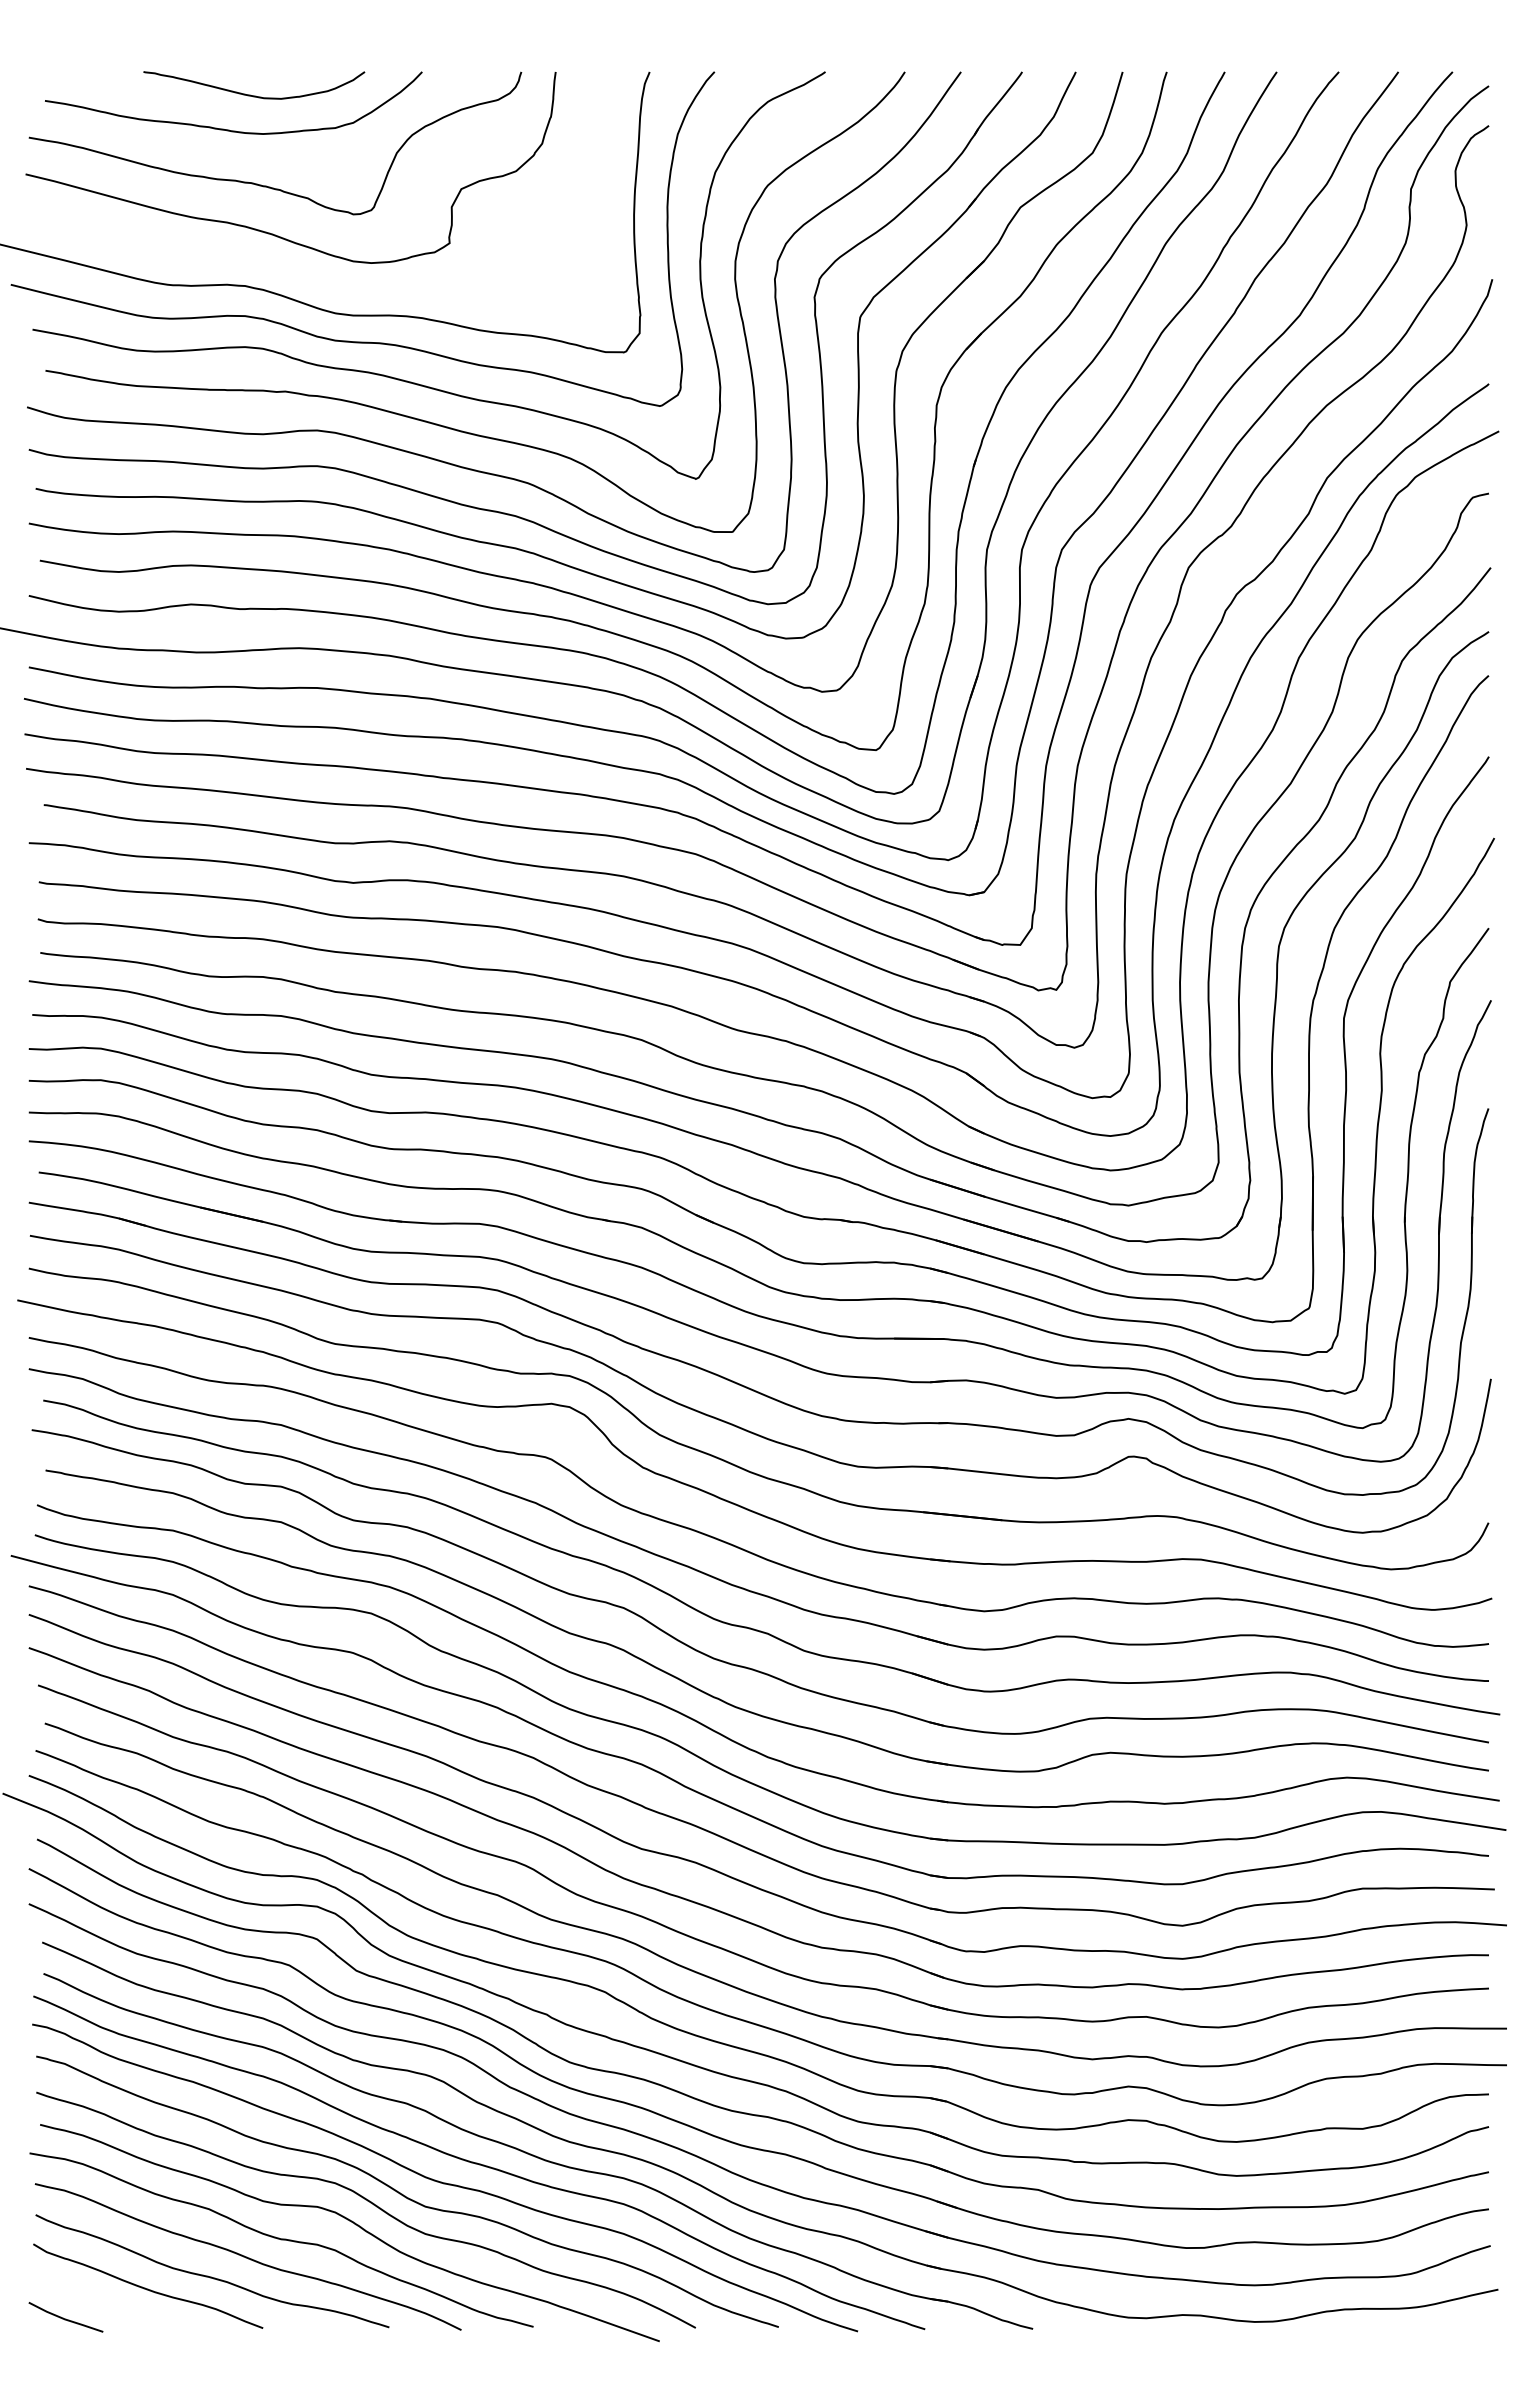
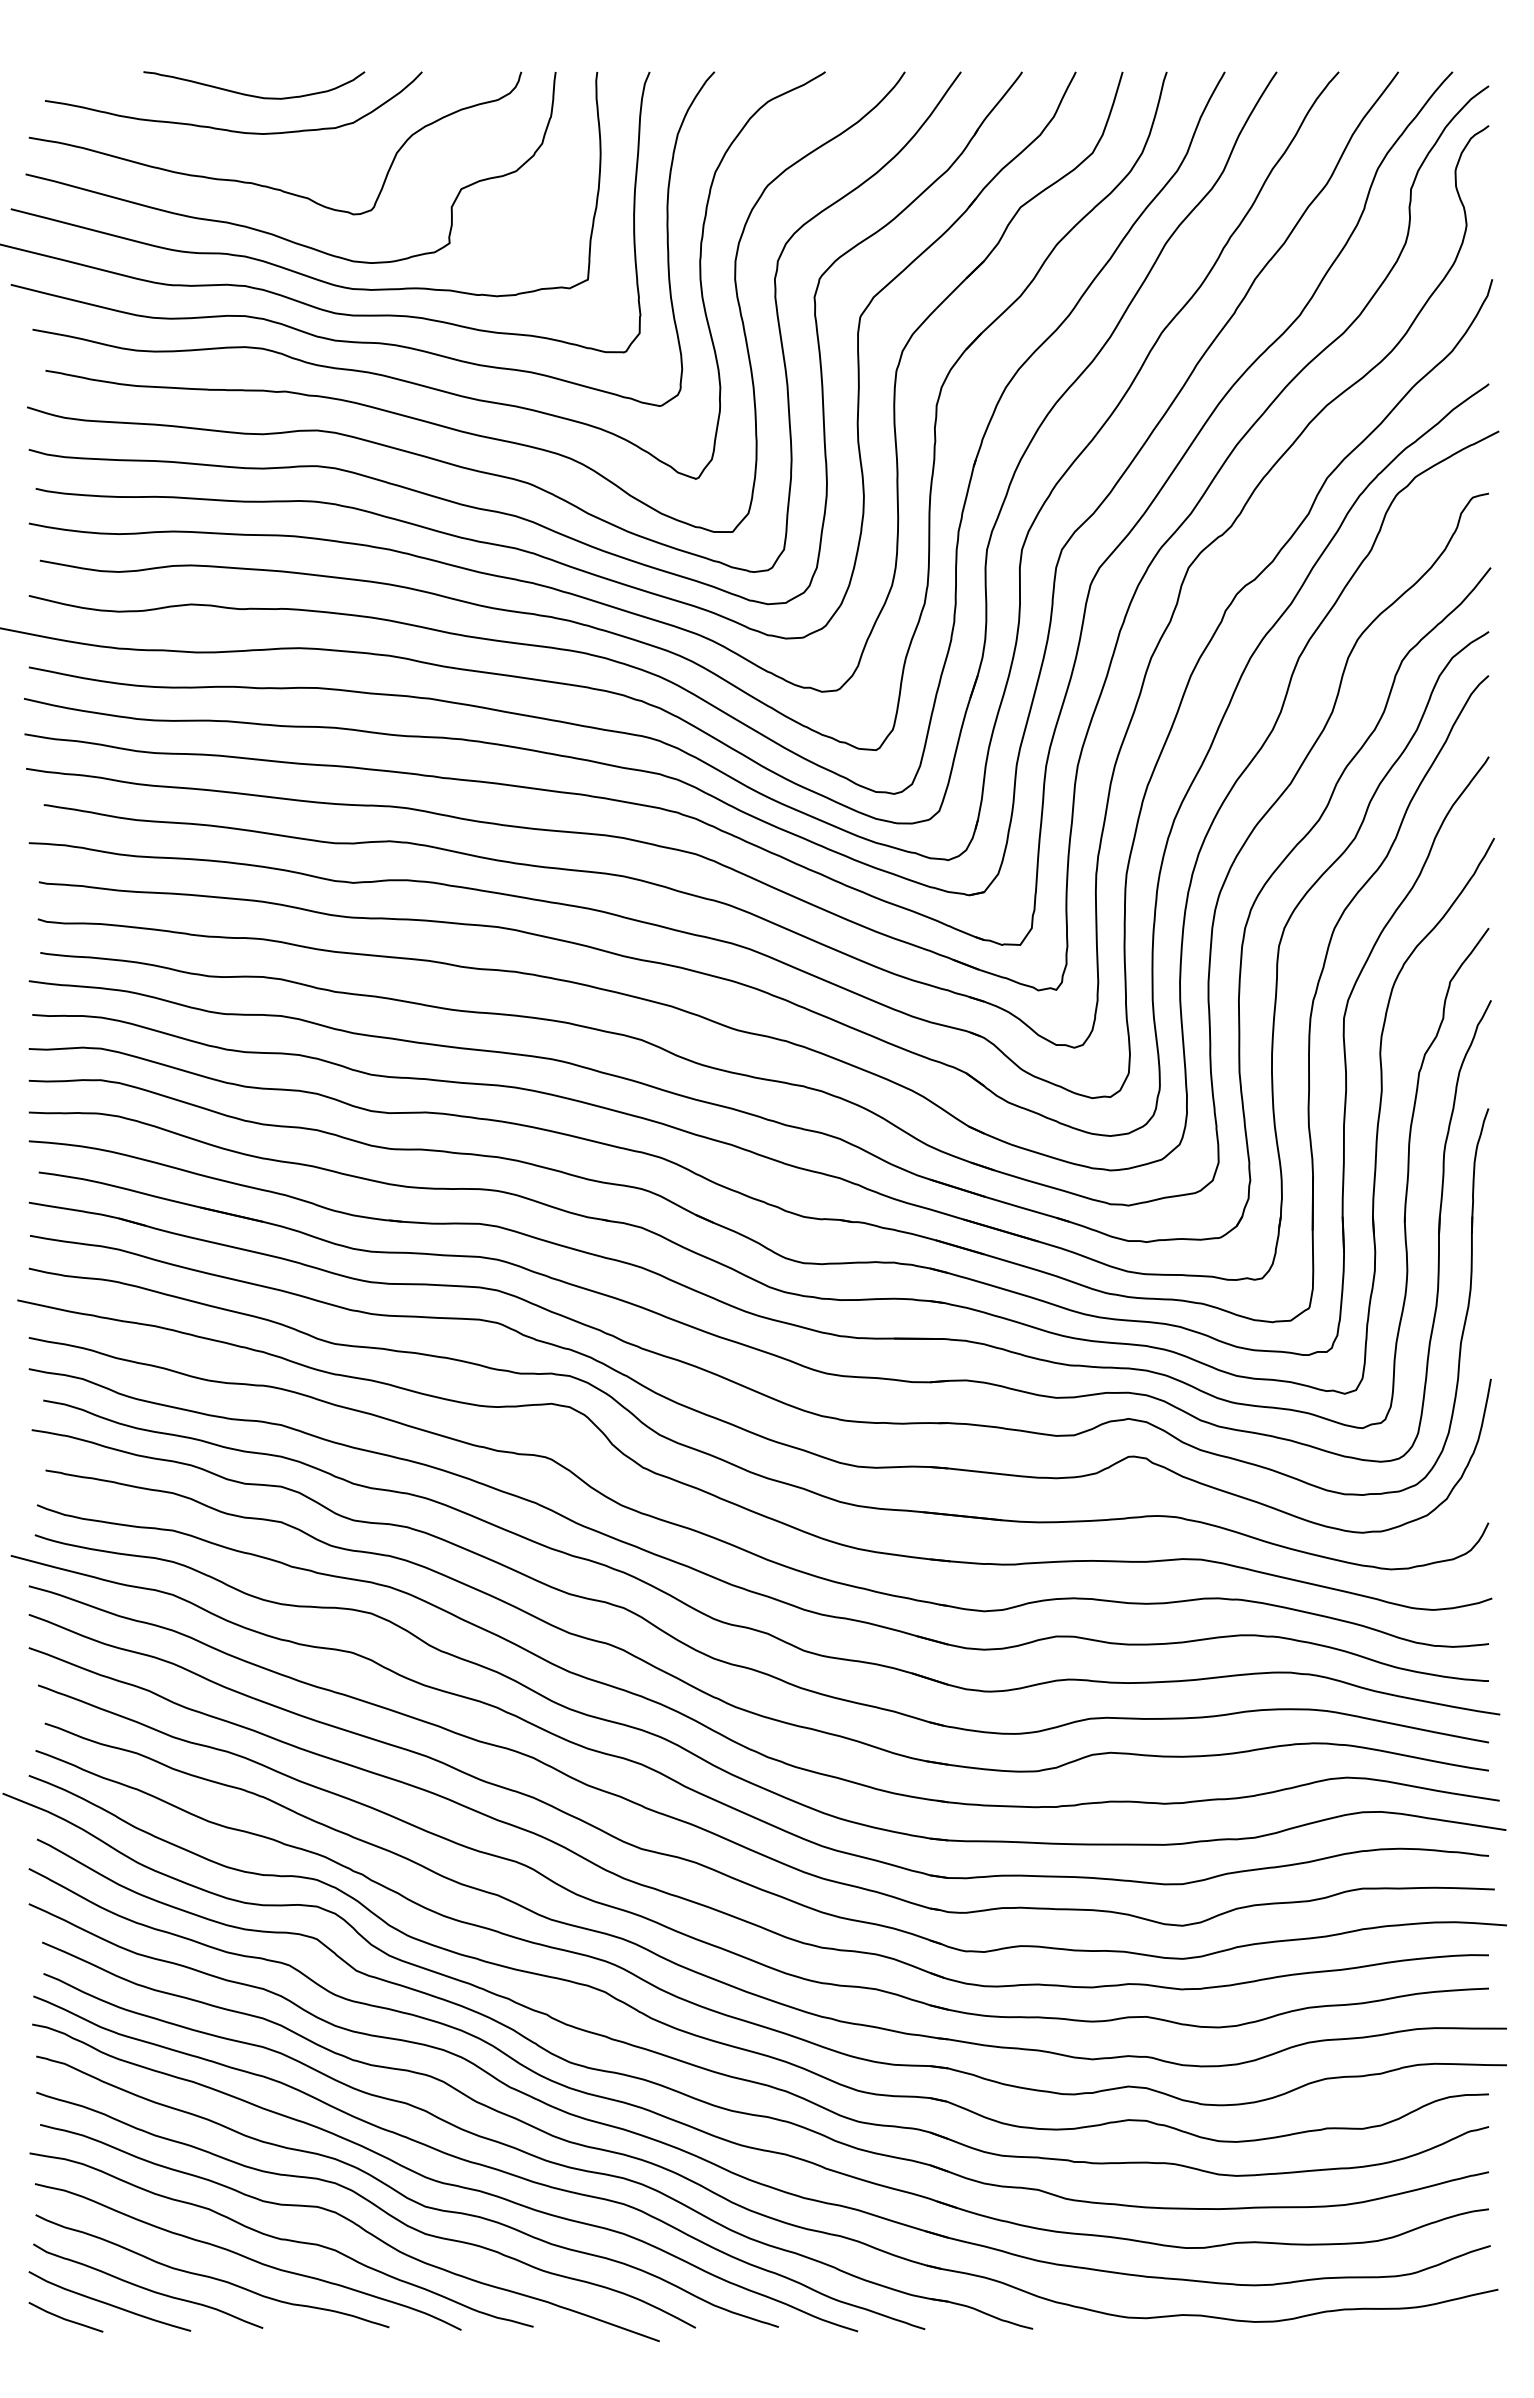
curve at (279, 265): none -> present
curve at (109, 2303): none -> present
